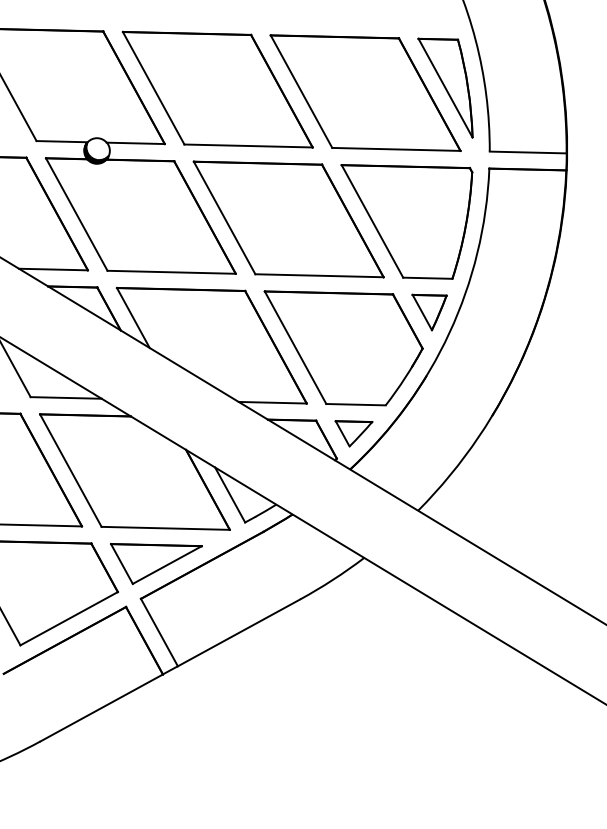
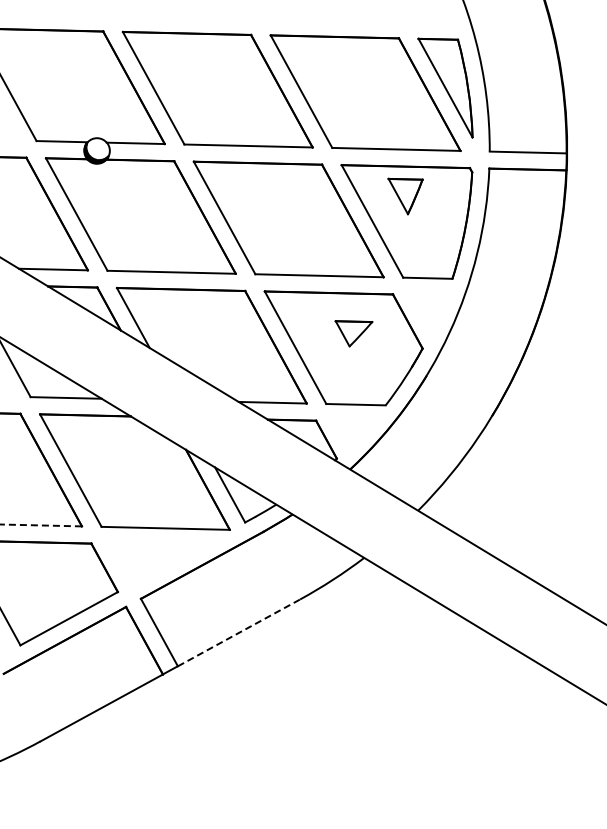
part at (429, 312) position: (429, 312) -> (405, 196)
part at (353, 433) position: (353, 433) -> (353, 333)
line at (41, 525): solid -> dashed
part at (156, 563): present -> none
line at (239, 632): solid -> dashed
